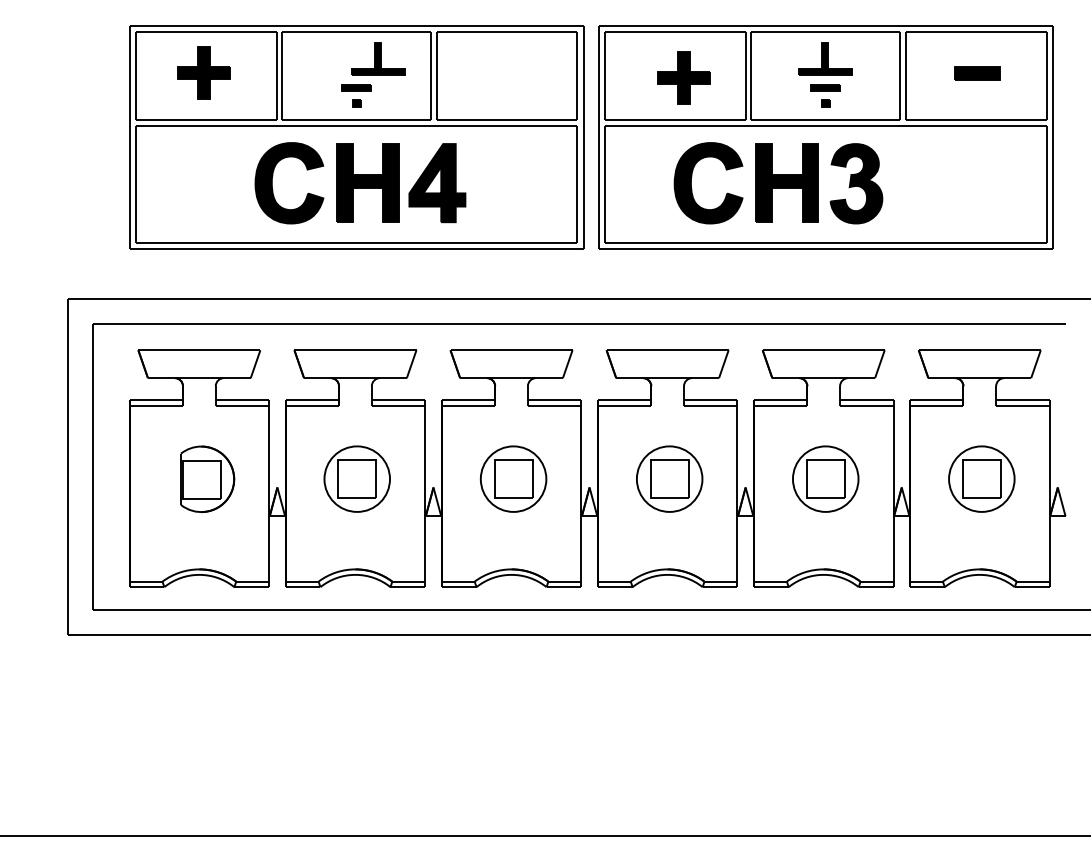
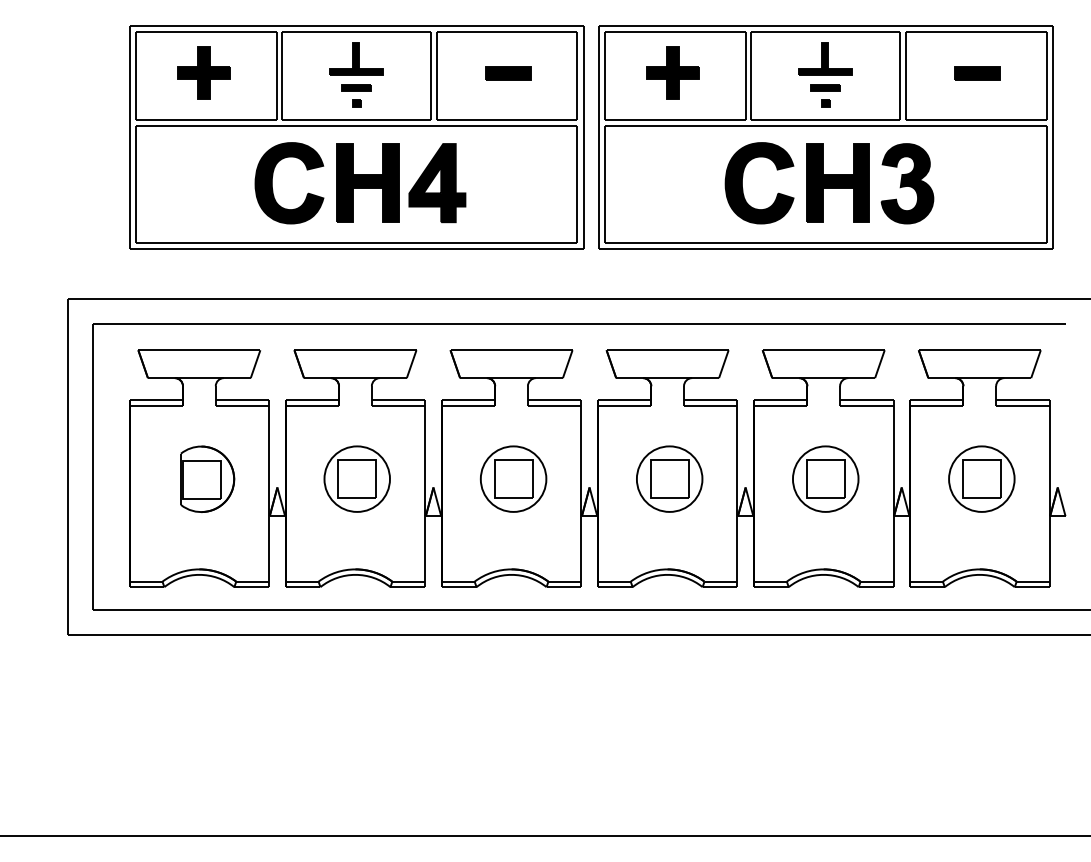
part at (378, 58) position: (378, 58) -> (356, 58)
part at (508, 73): none -> present
part at (683, 77) position: (683, 77) -> (672, 72)
part at (778, 183) position: (778, 183) -> (829, 183)
